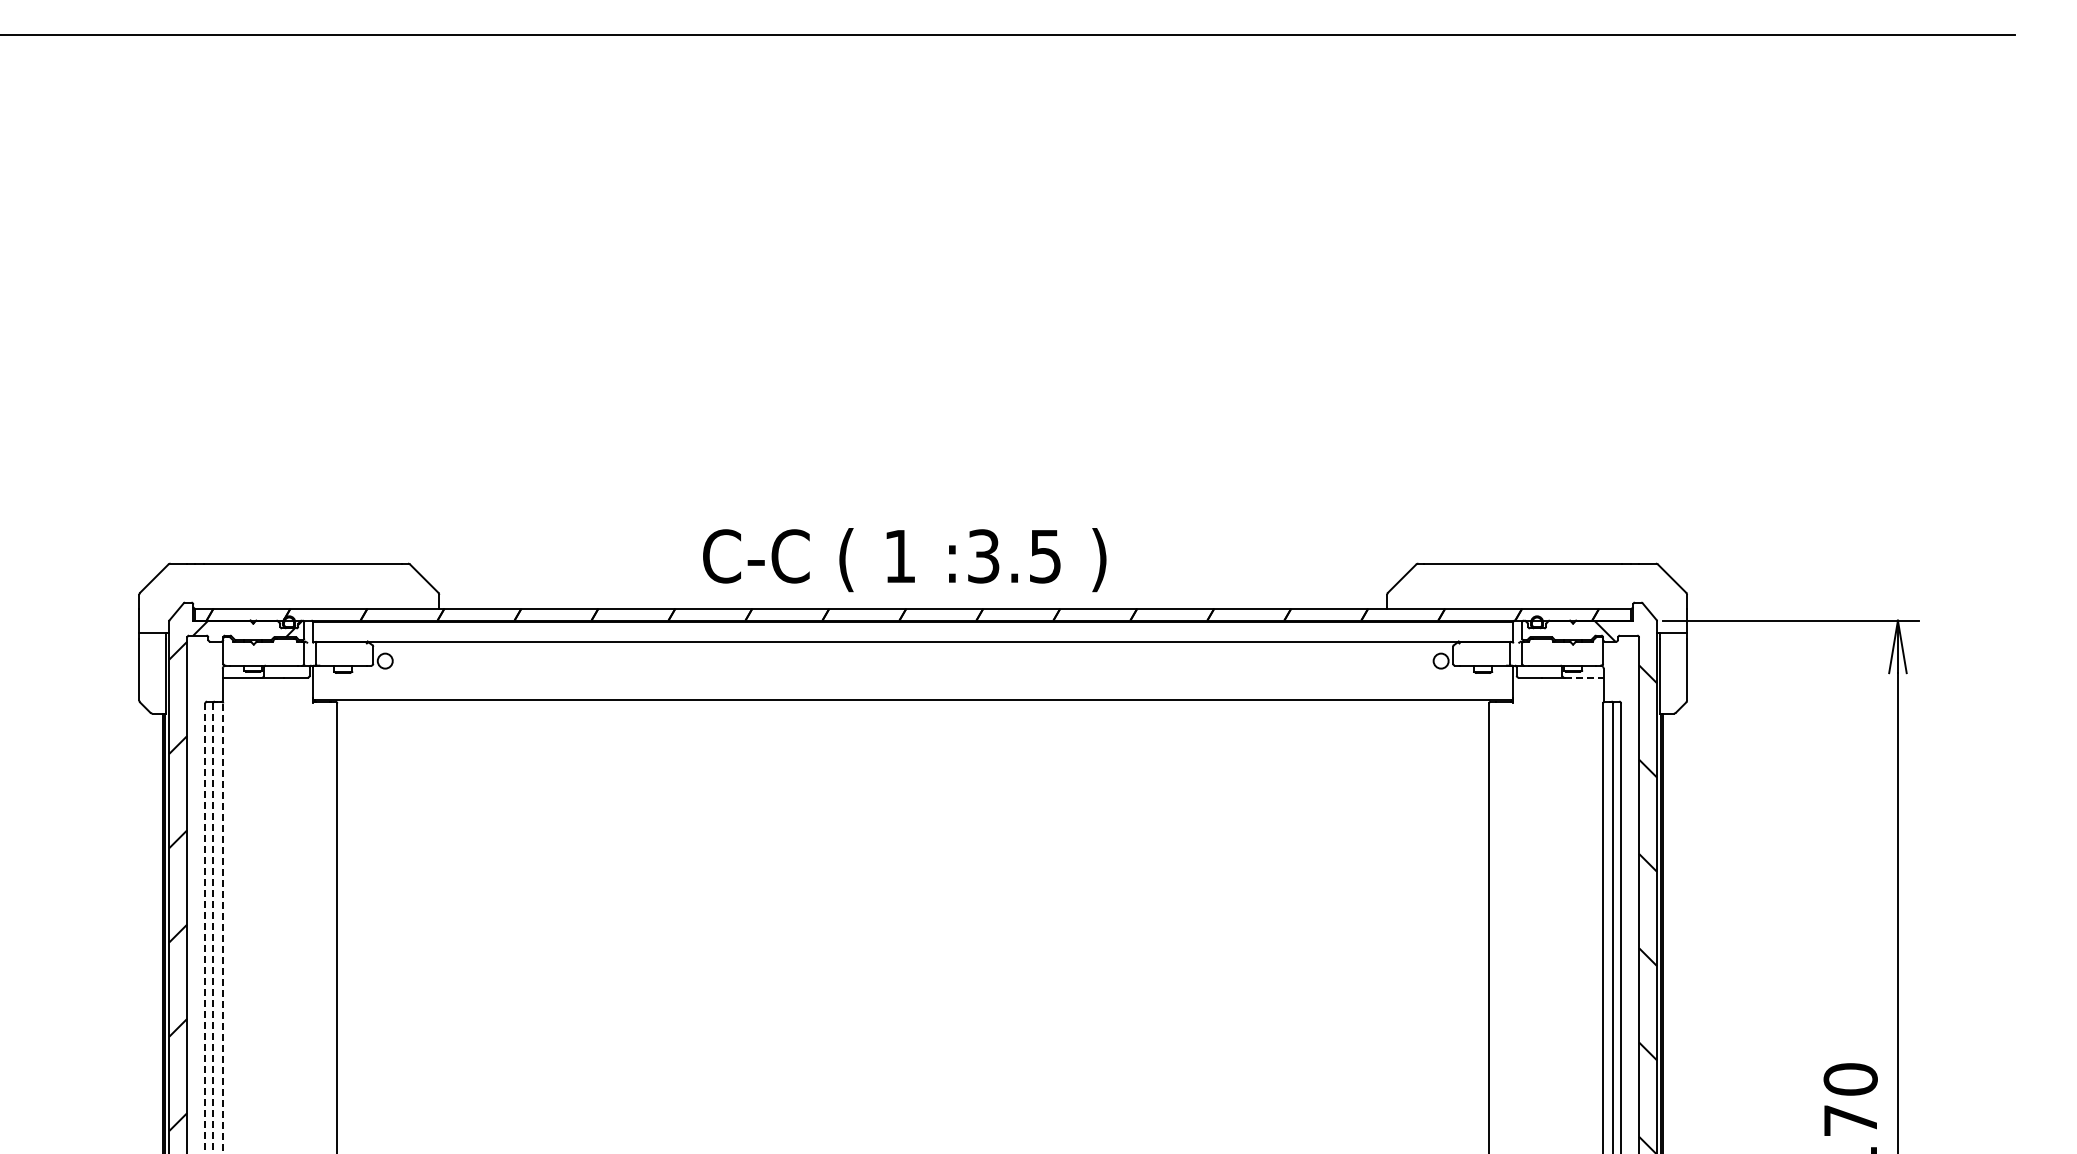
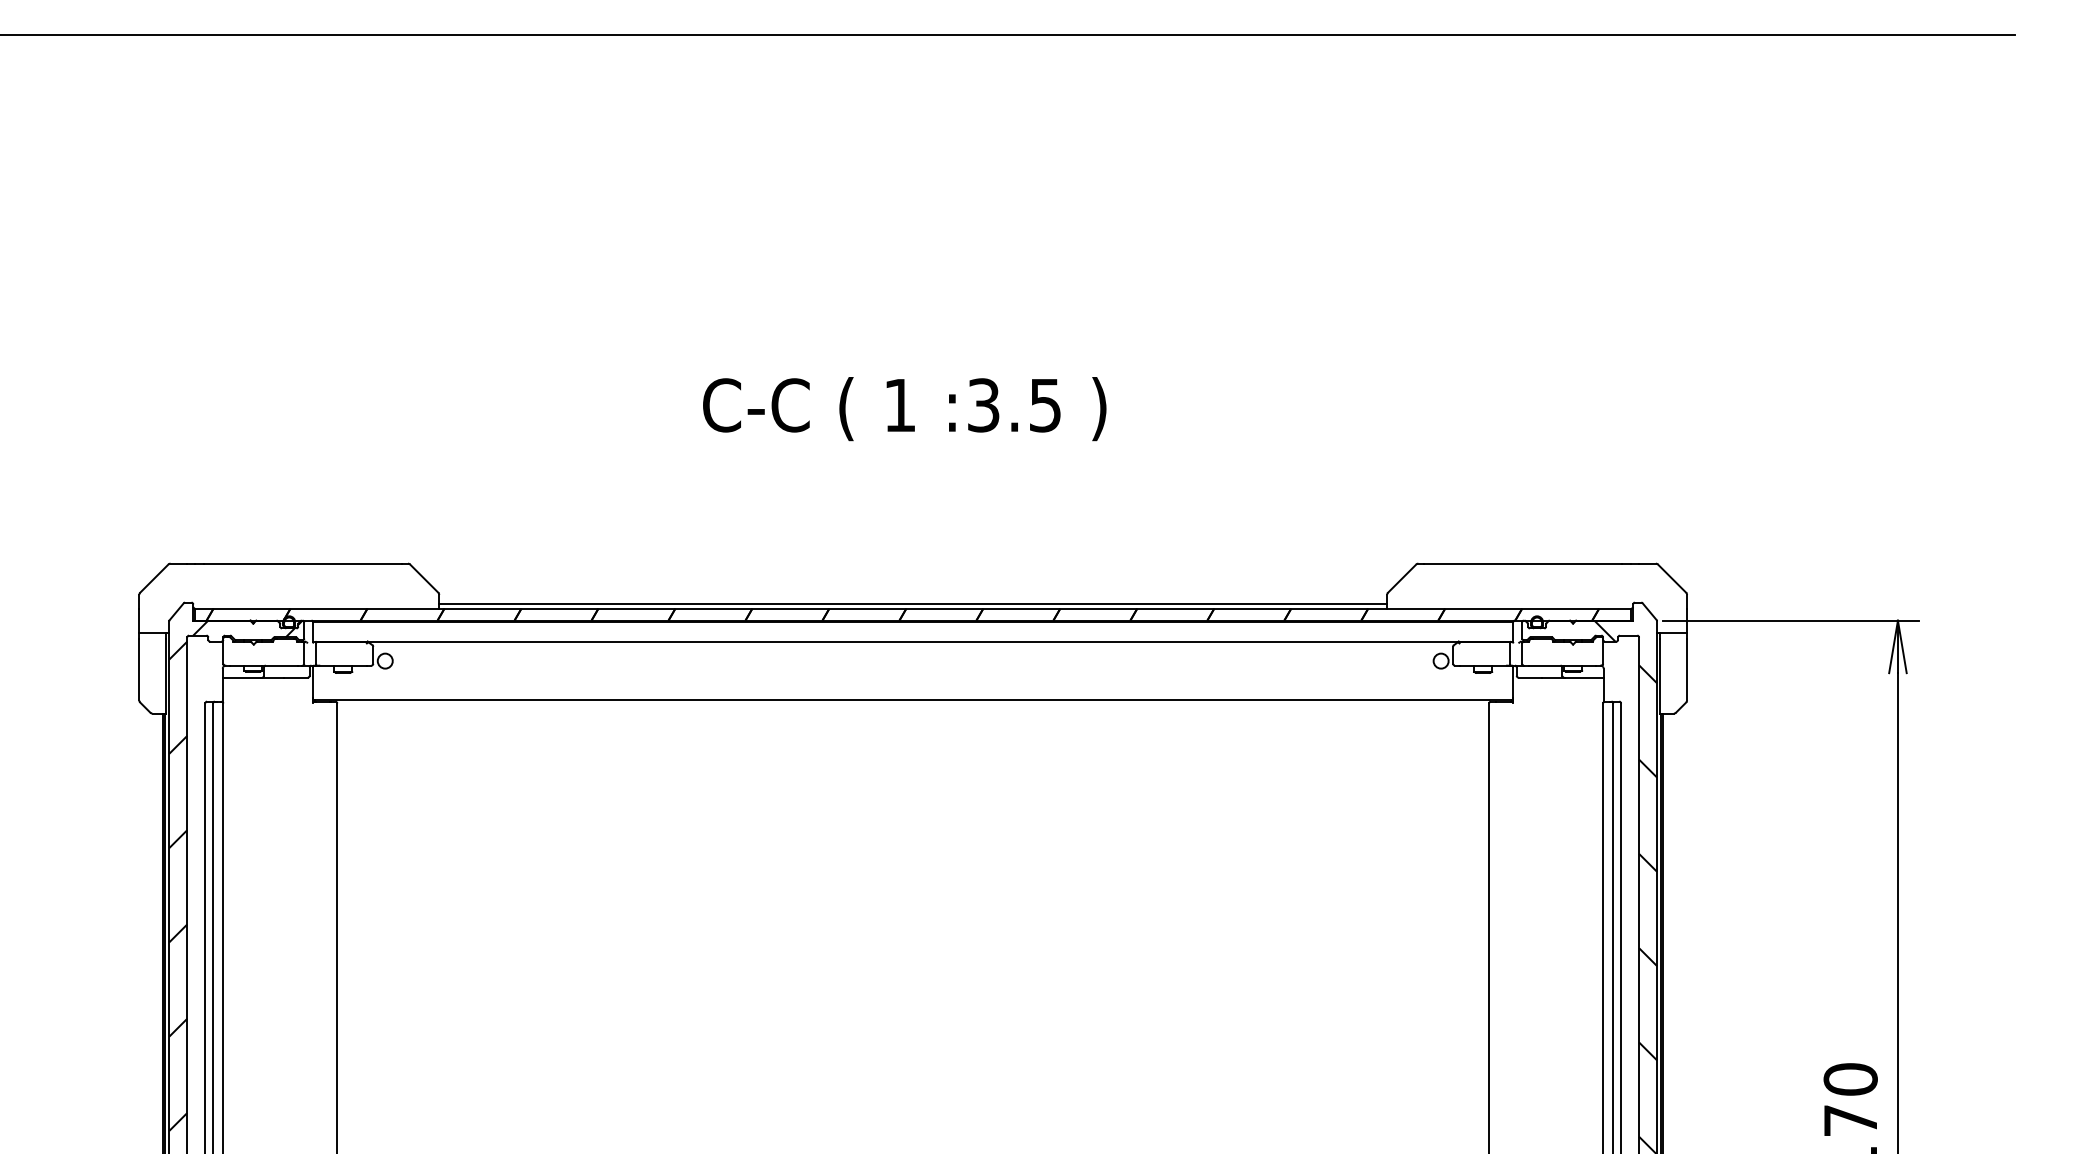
text at (904, 560) position: (904, 560) -> (904, 409)
line at (913, 603): none -> present
line at (1584, 677): dashed -> solid
line at (205, 928): dashed -> solid
line at (213, 928): dashed -> solid
line at (223, 928): dashed -> solid
